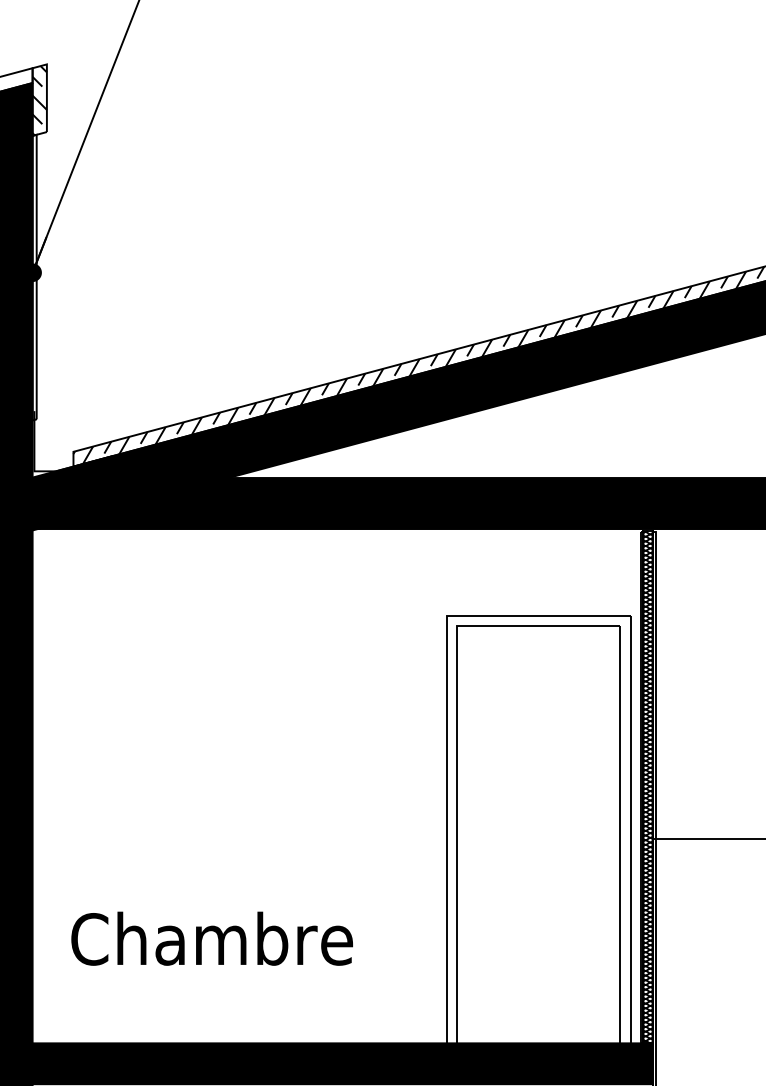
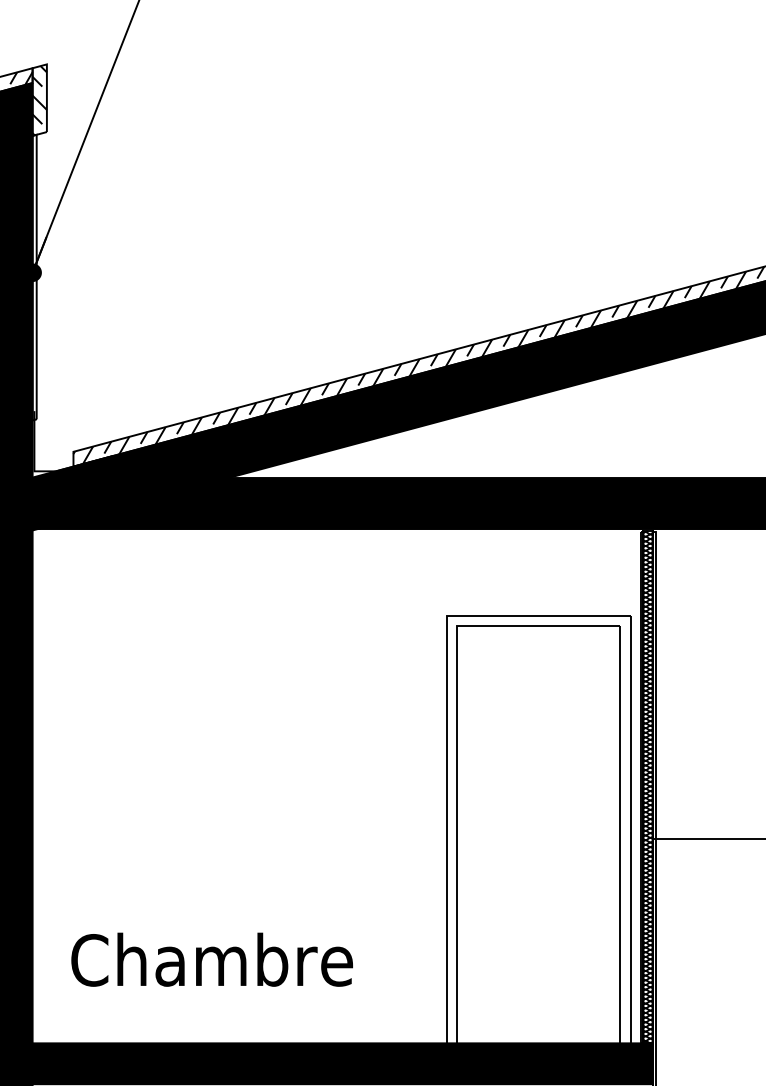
hatch at (21, 78): none -> present
text at (211, 938) position: (211, 938) -> (211, 959)
